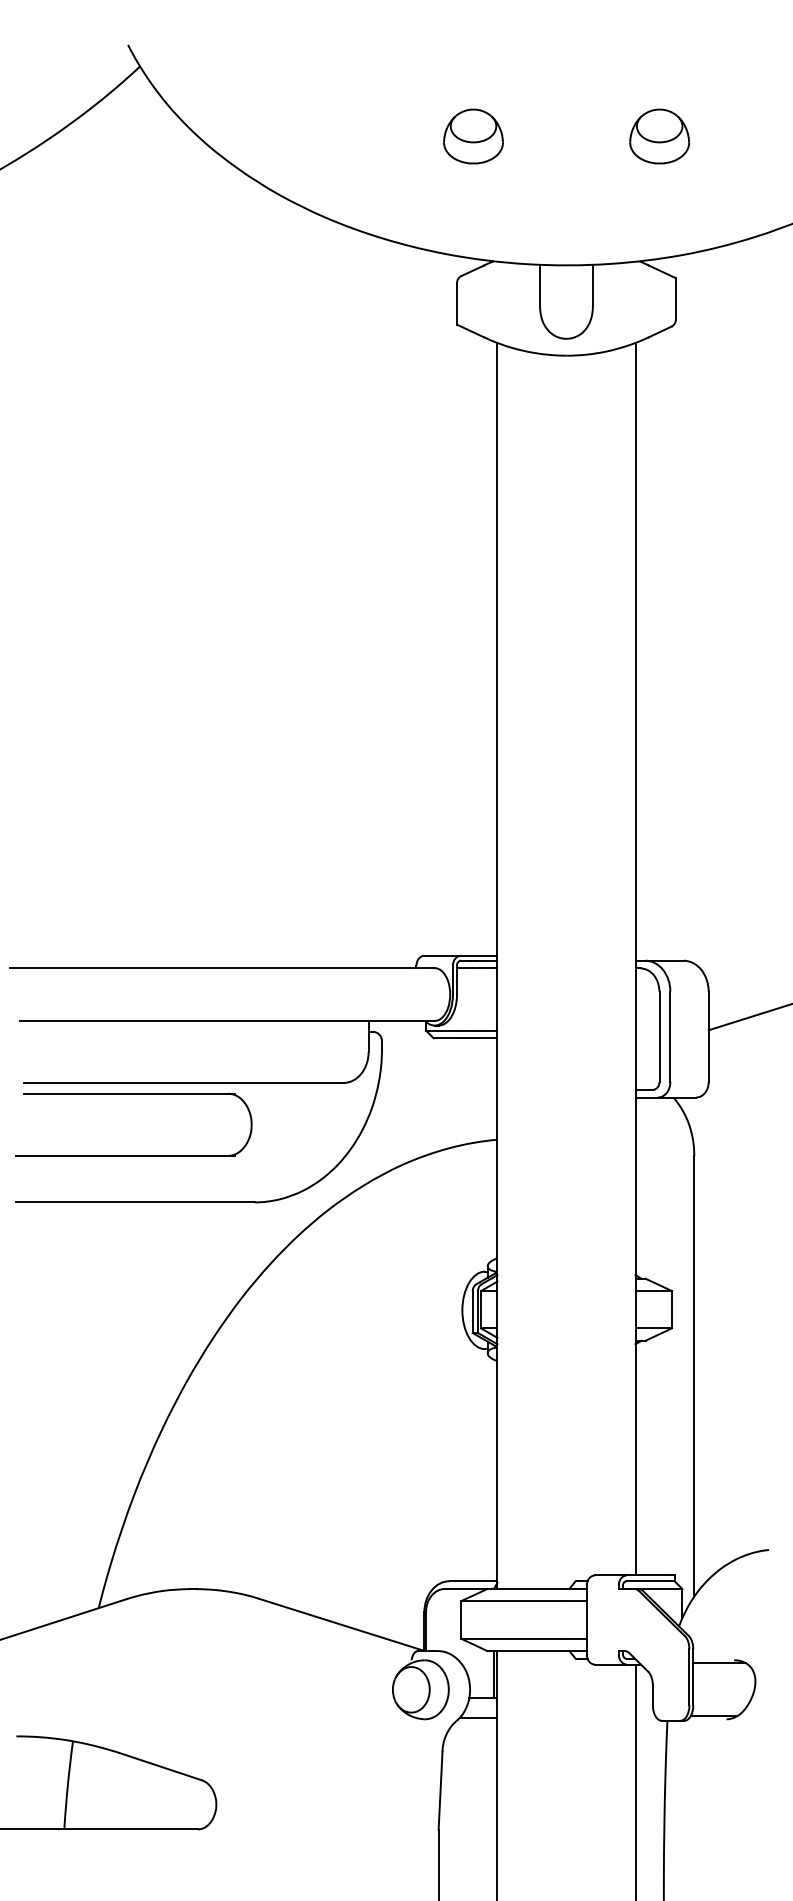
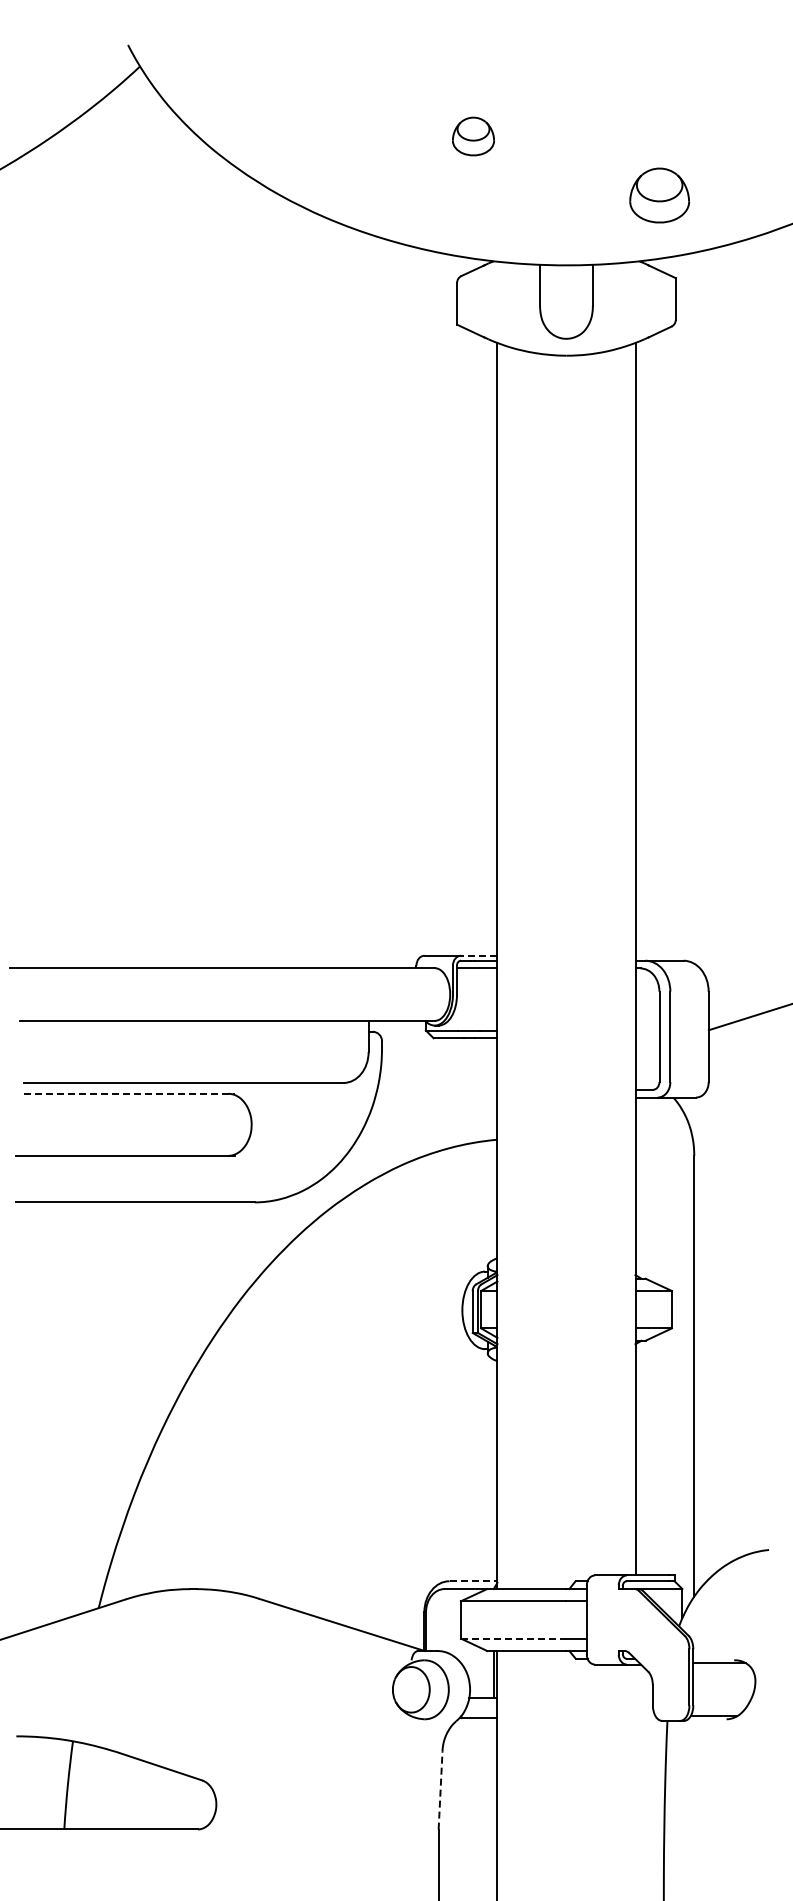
part at (473, 136) size: 61x57 px -> 43x41 px
part at (659, 136) position: (659, 136) -> (659, 195)
line at (478, 955): solid -> dashed
line at (129, 1093): solid -> dashed
line at (473, 1581): solid -> dashed
line at (513, 1638): solid -> dashed
line at (635, 1780): present -> none
line at (440, 1790): solid -> dashed
